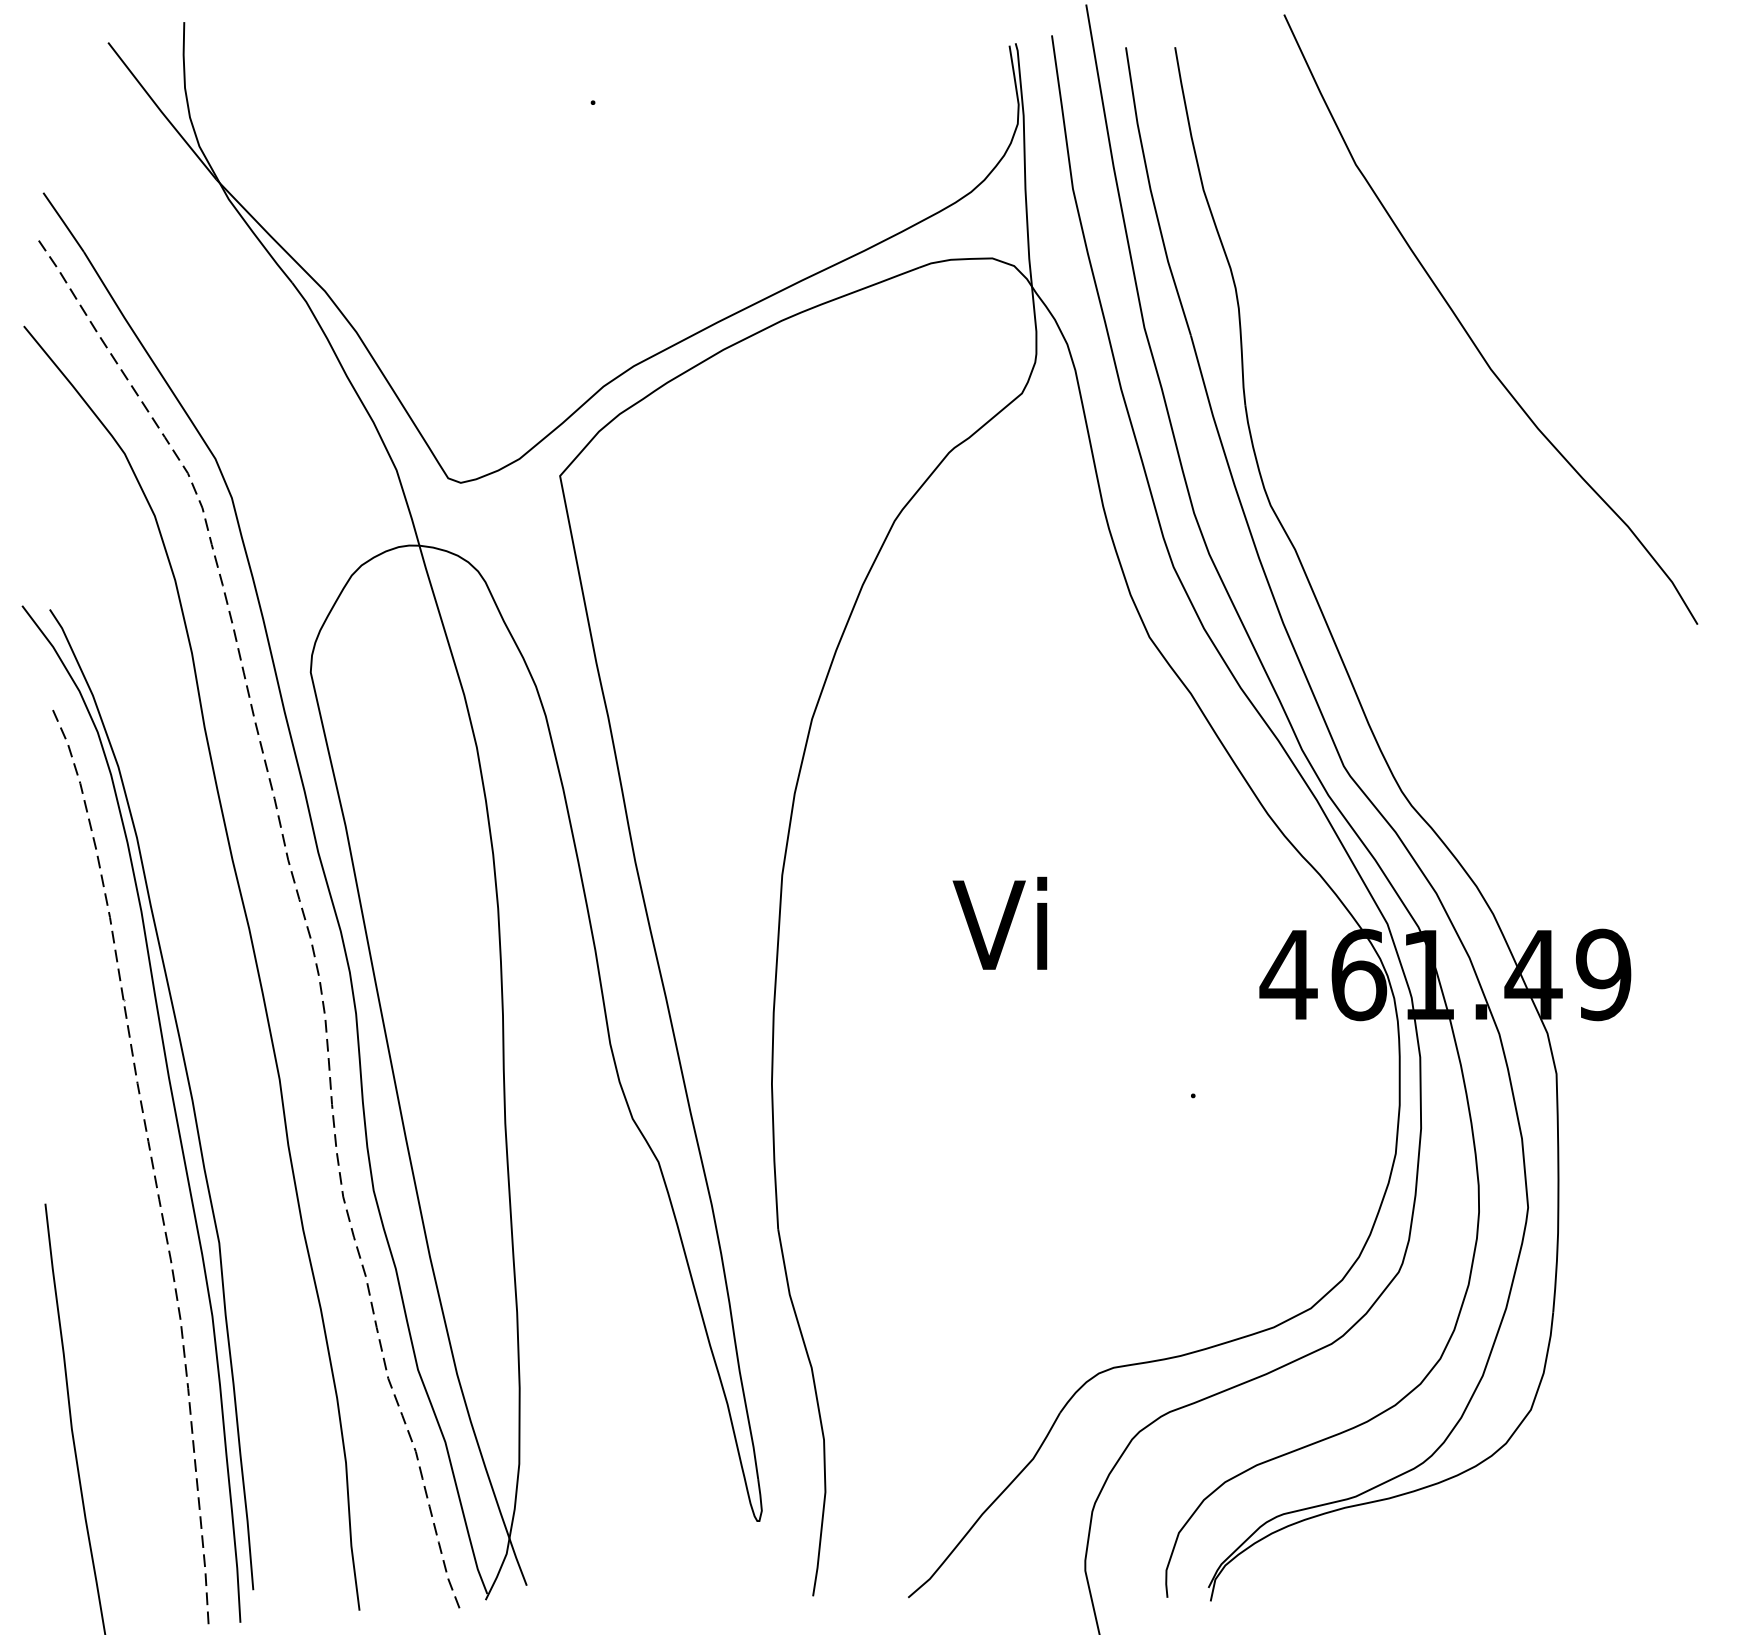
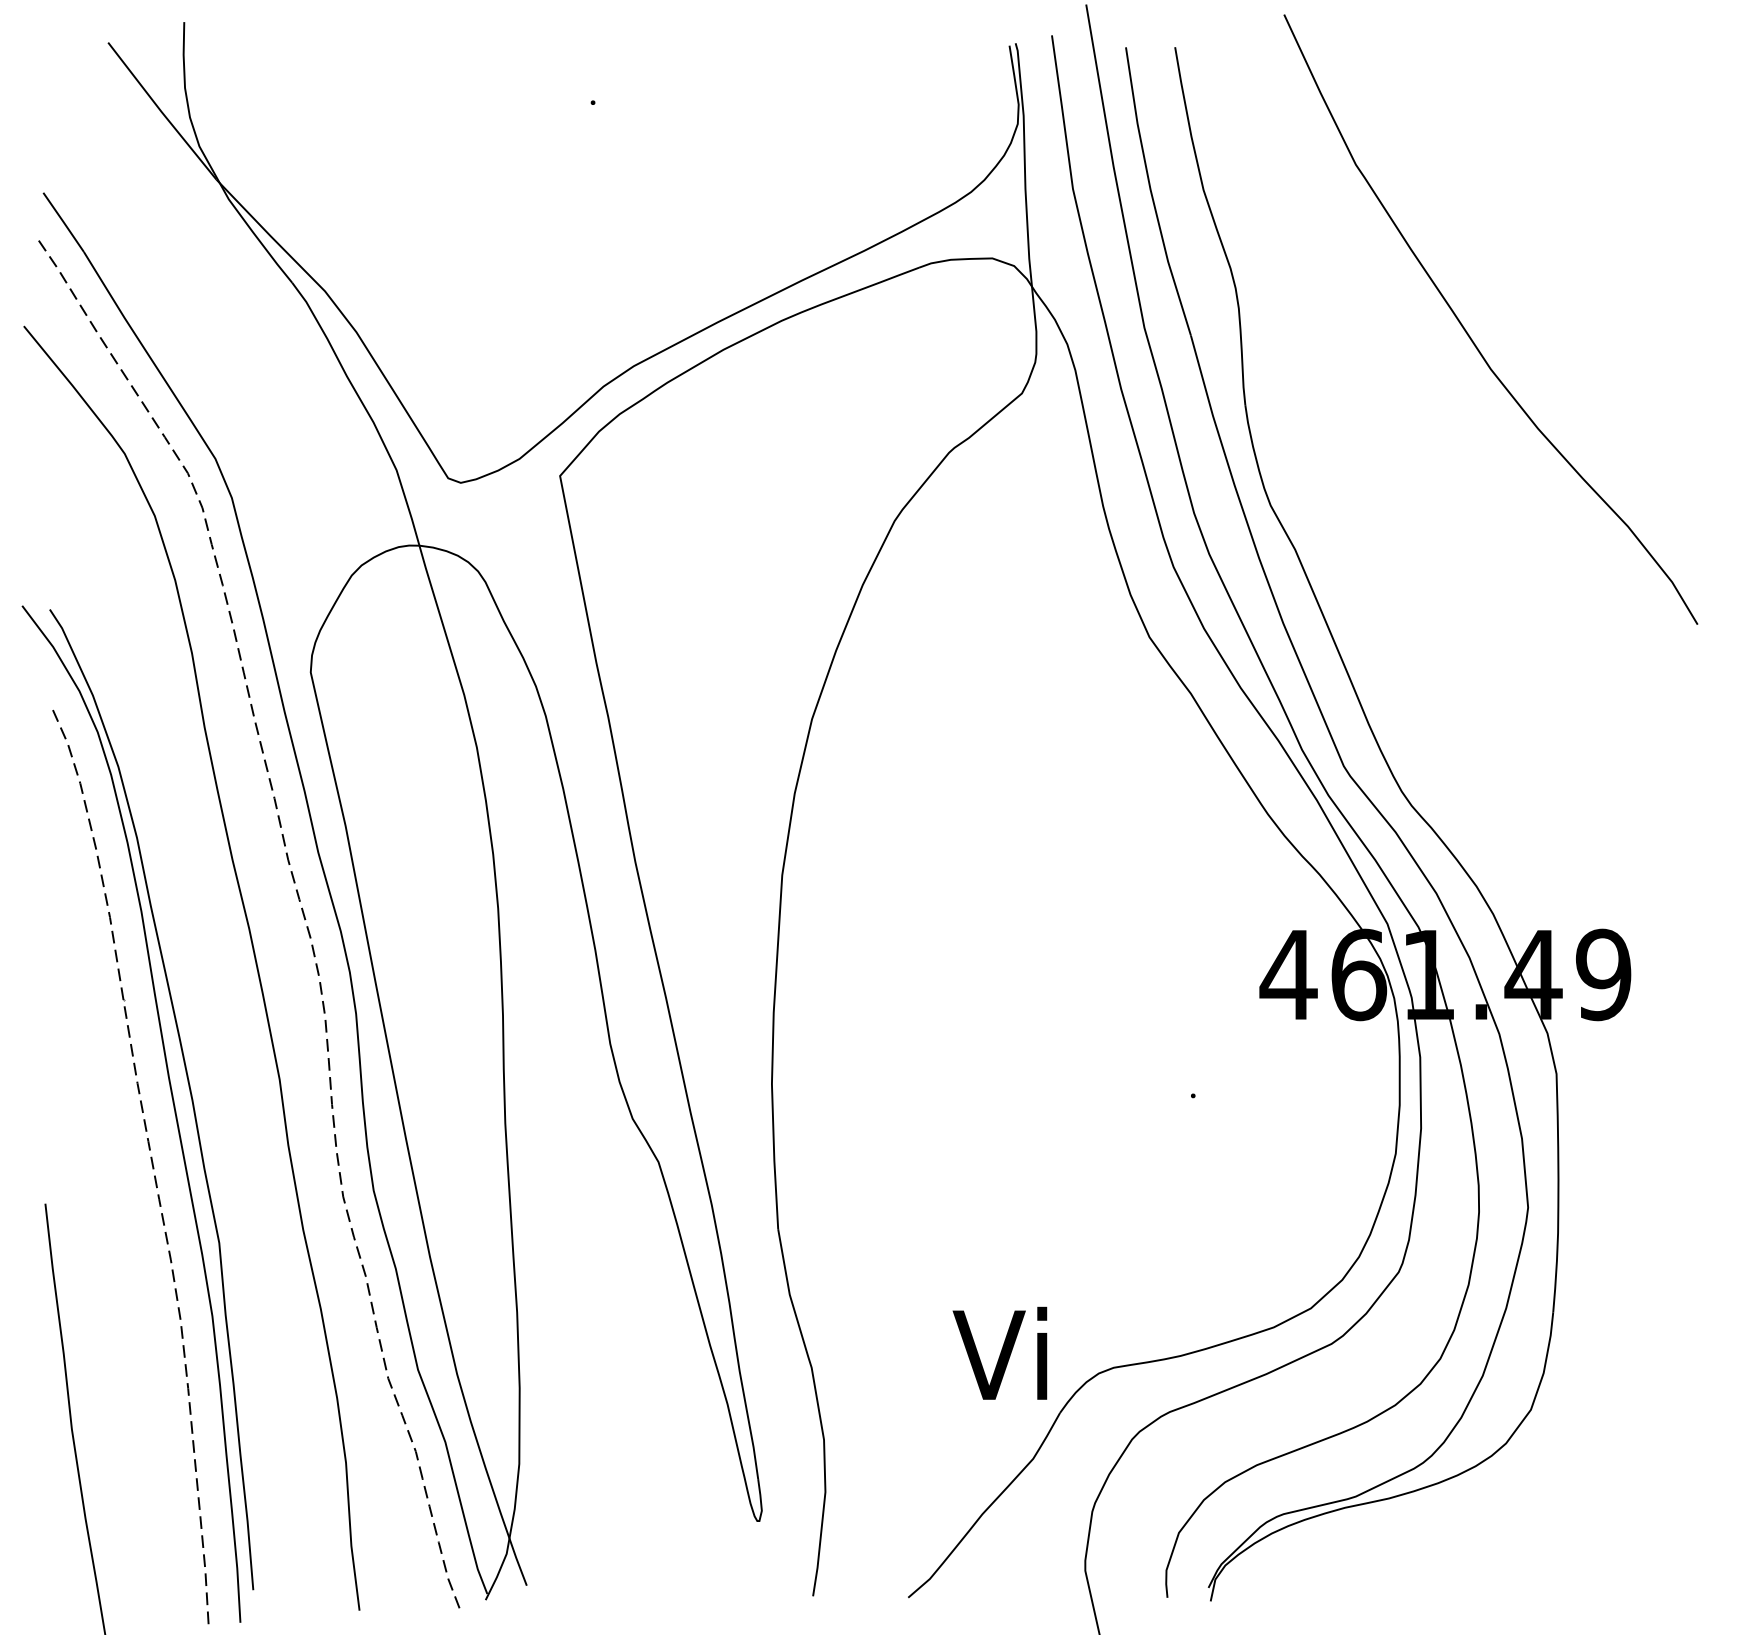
text at (999, 922) position: (999, 922) -> (999, 1352)
